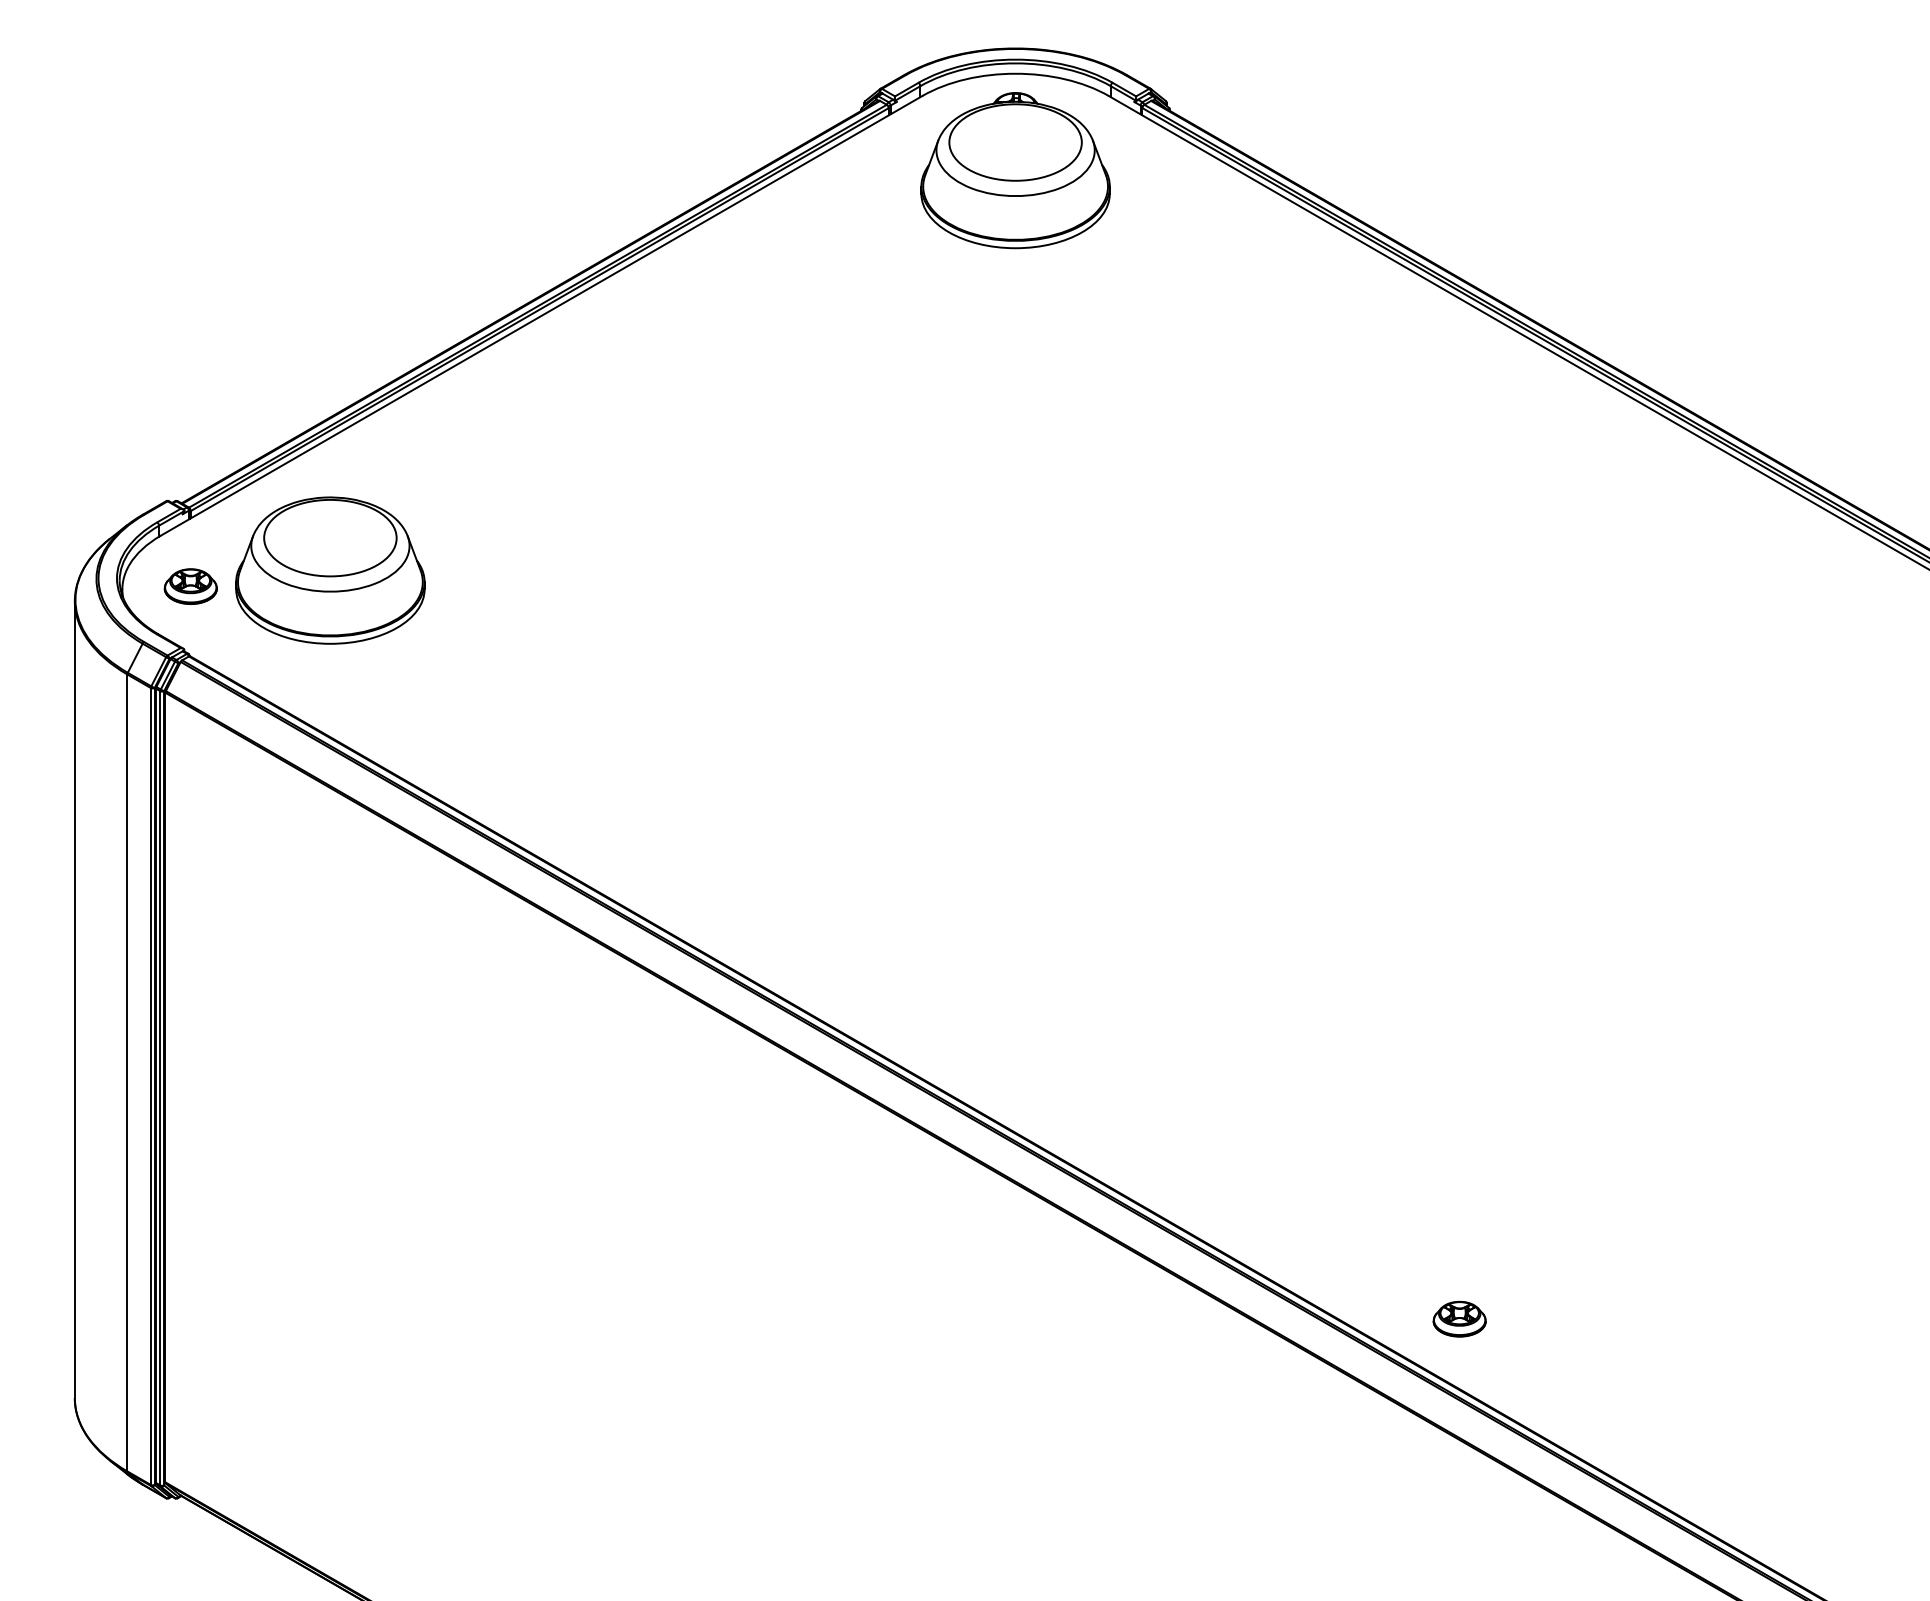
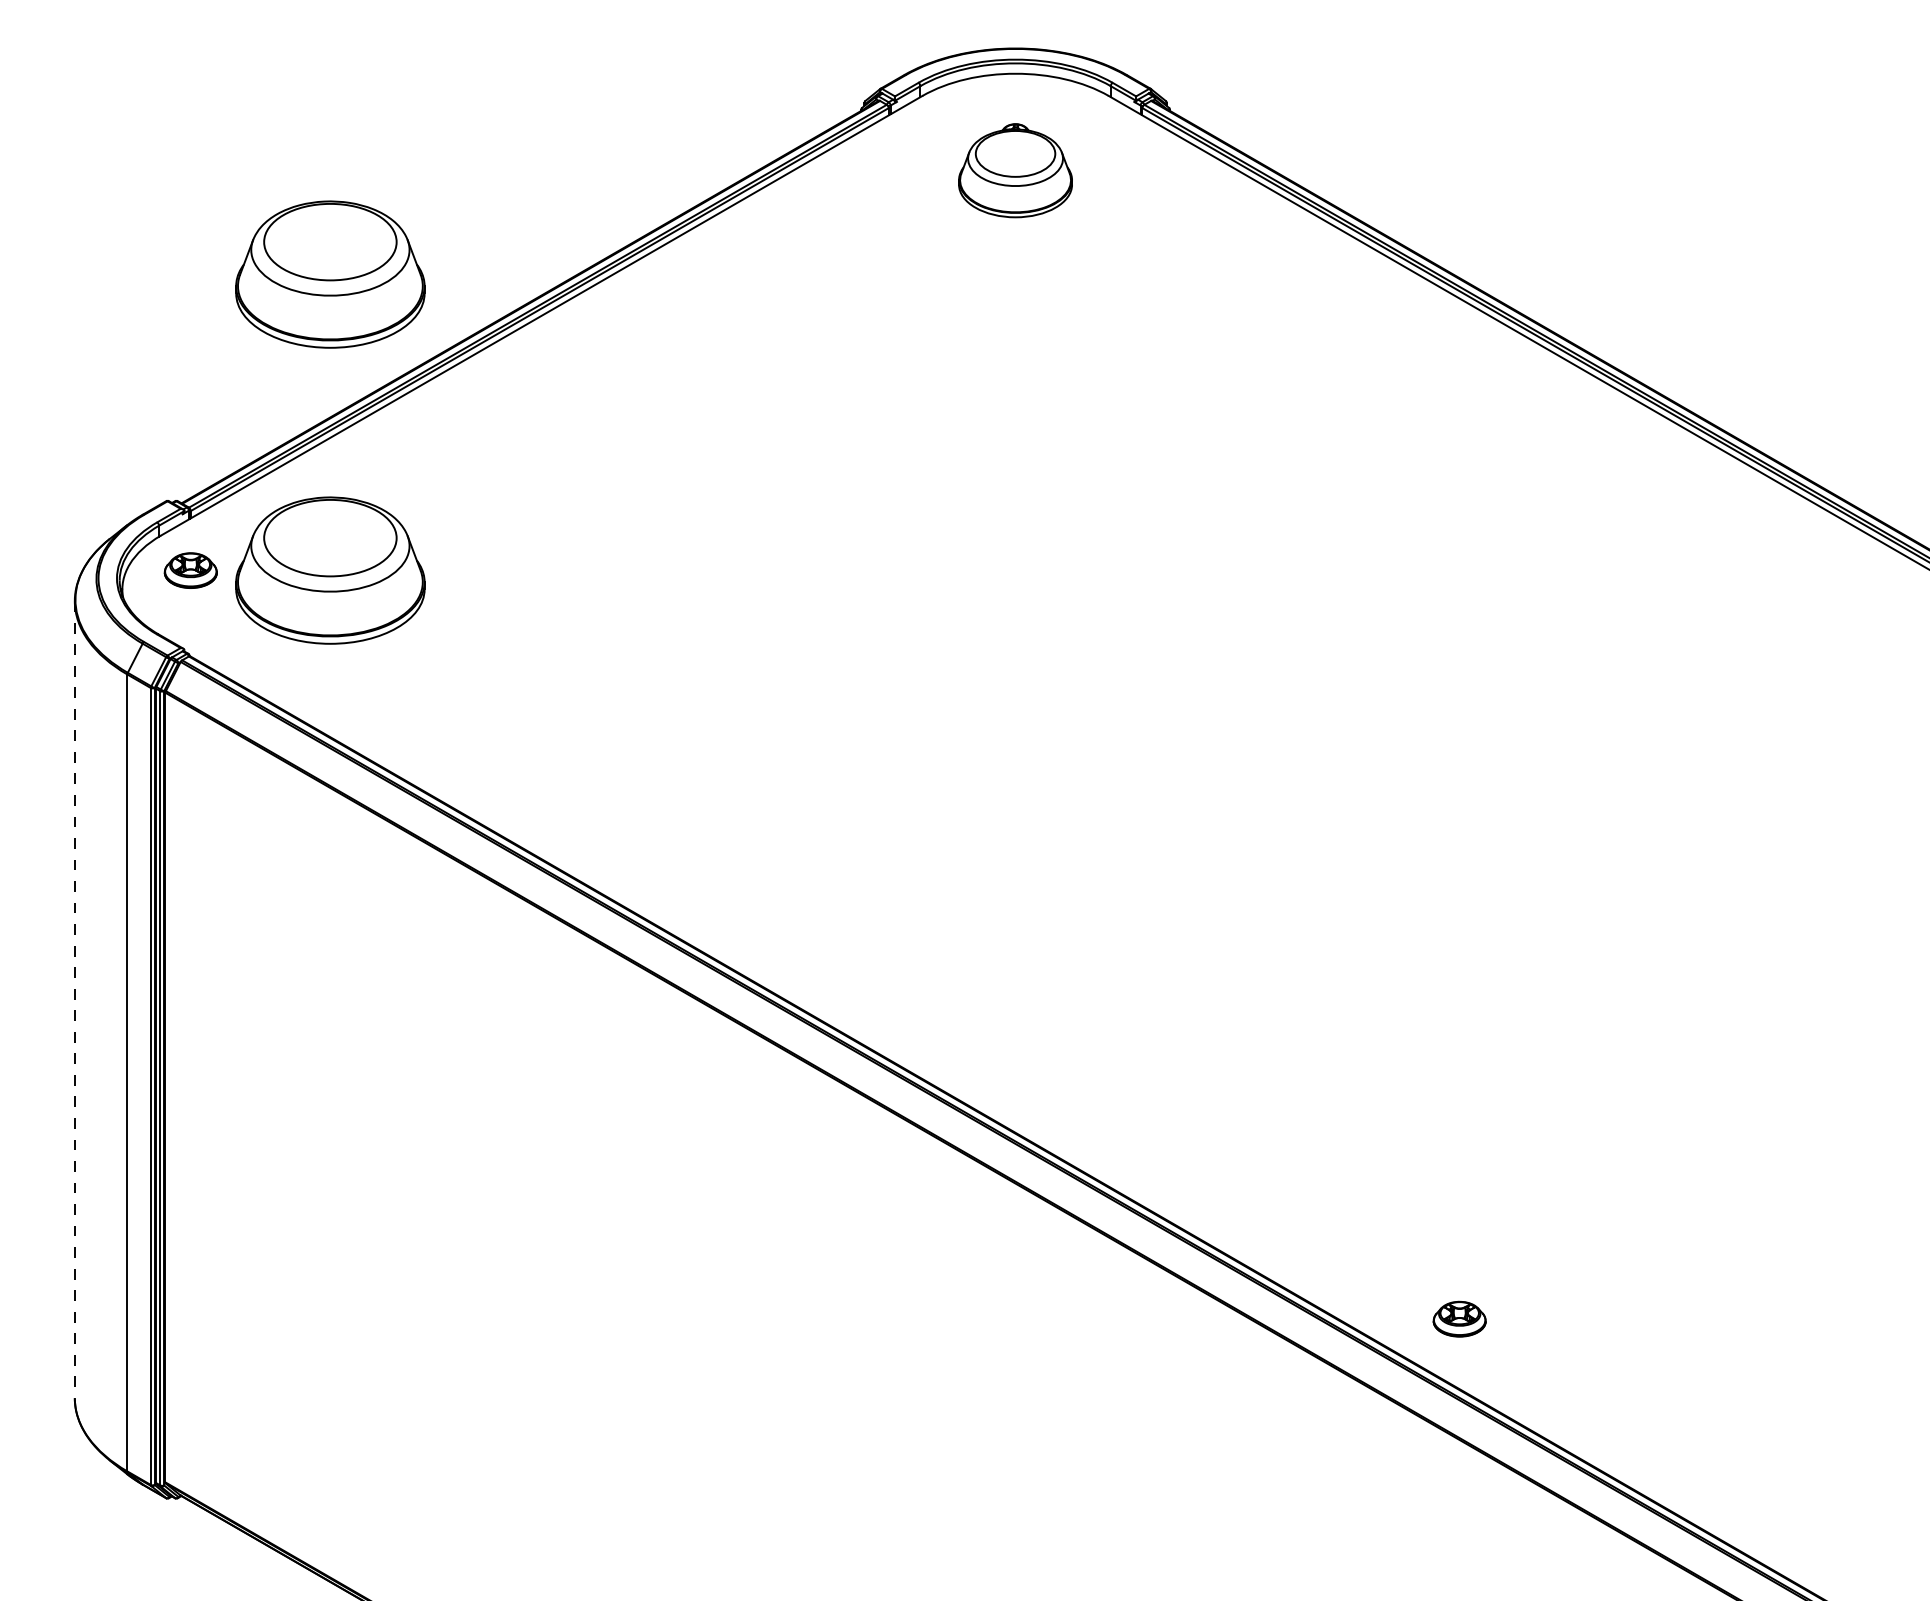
part at (1015, 170) size: 191x158 px -> 115x96 px
part at (330, 274): none -> present
part at (190, 586) position: (190, 586) -> (190, 570)
line at (74, 1000): solid -> dashed
